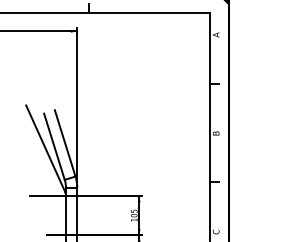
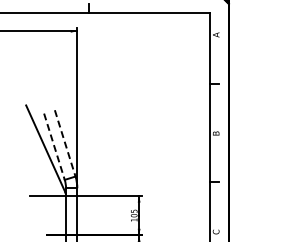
line at (65, 143): solid -> dashed
line at (54, 146): solid -> dashed
